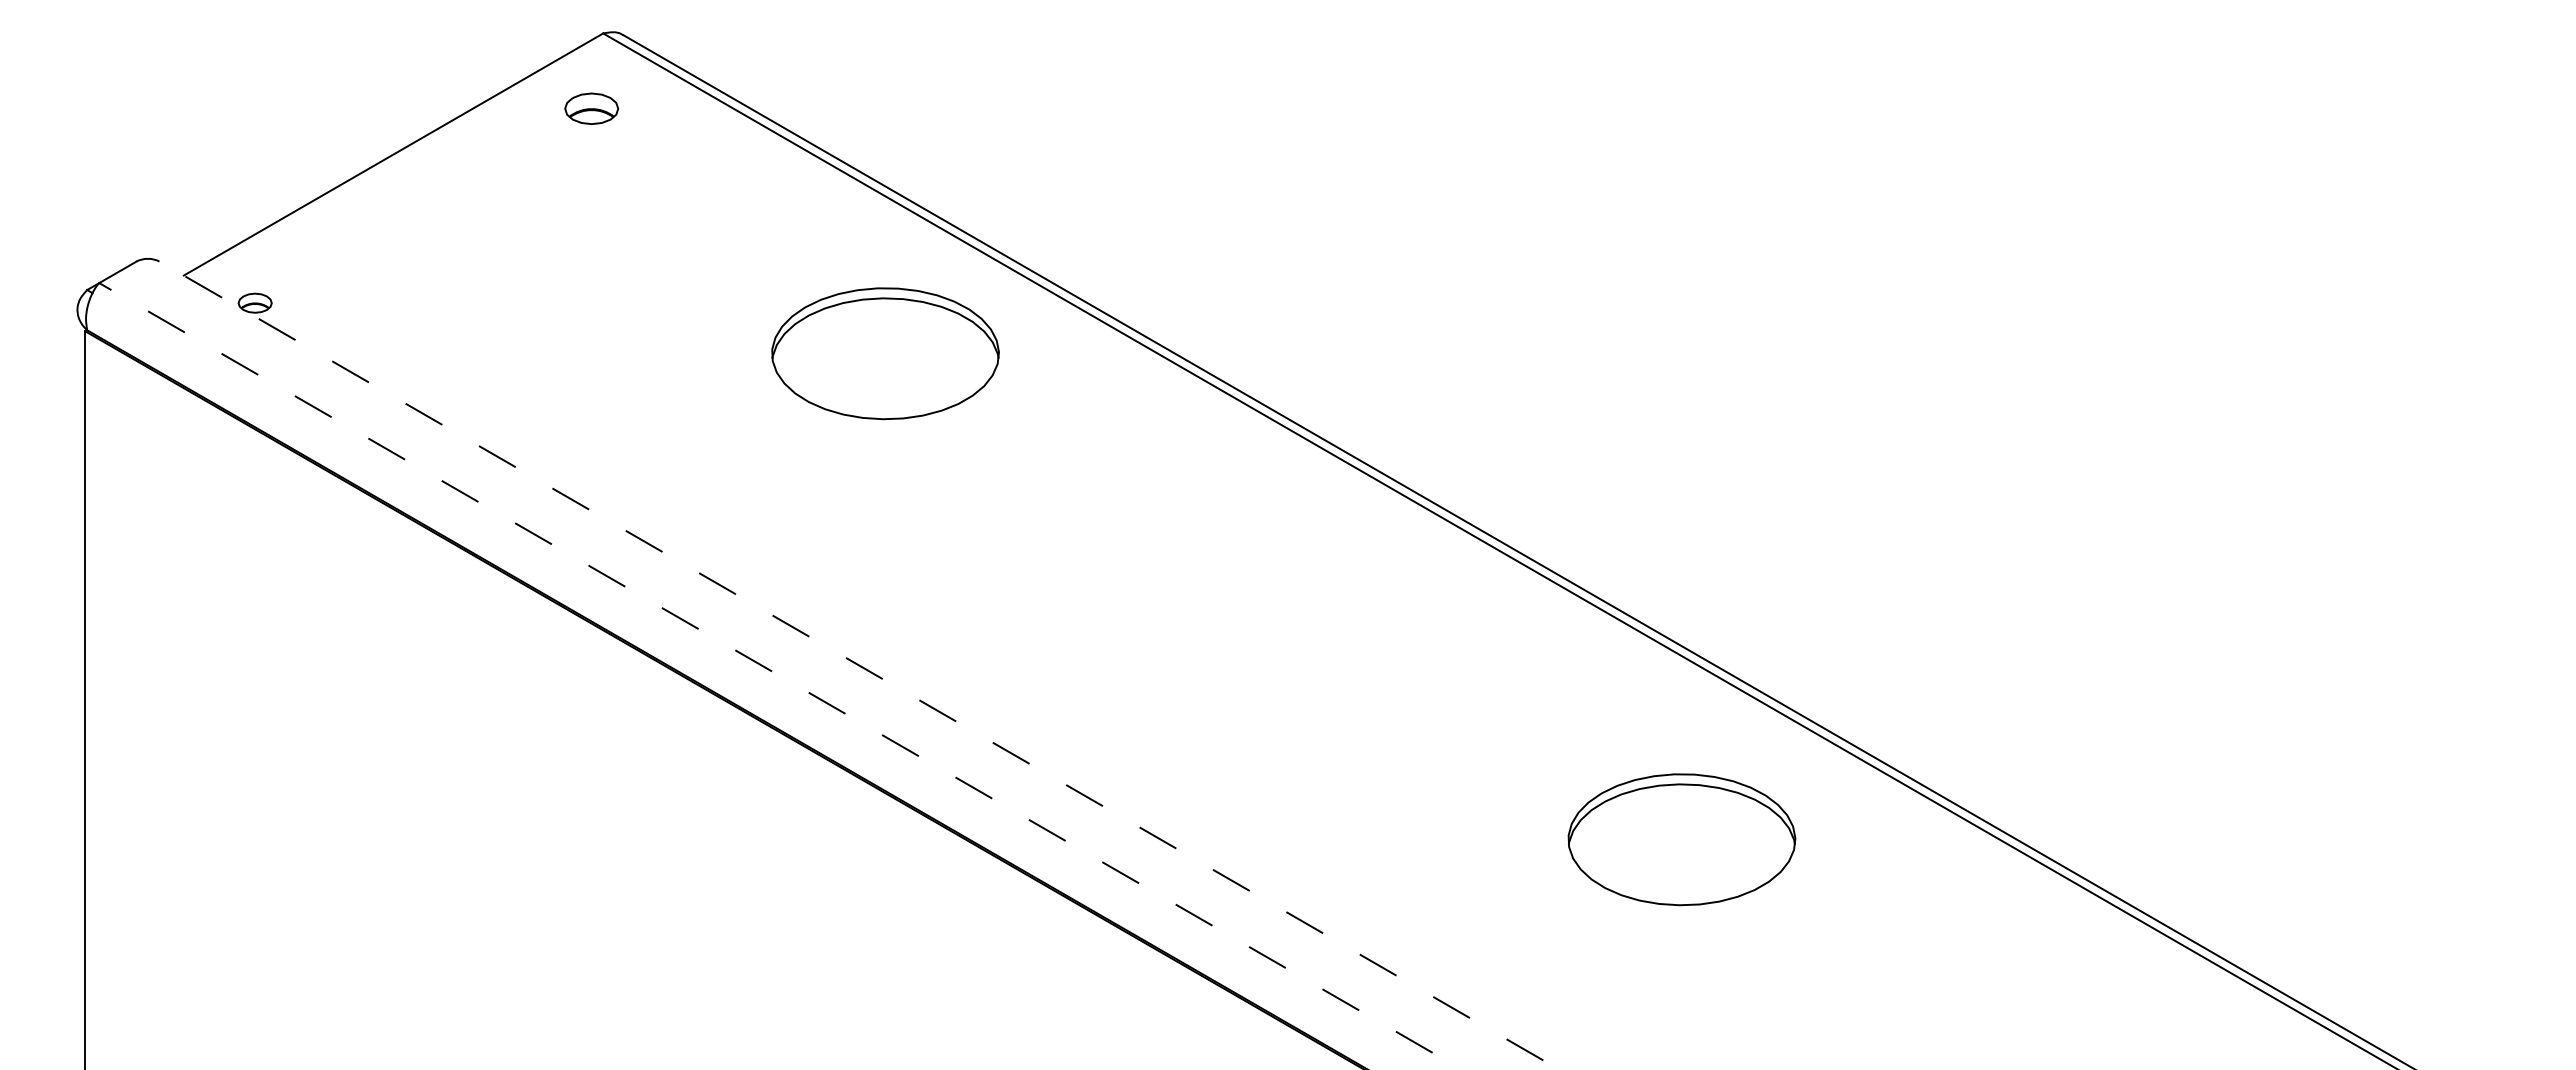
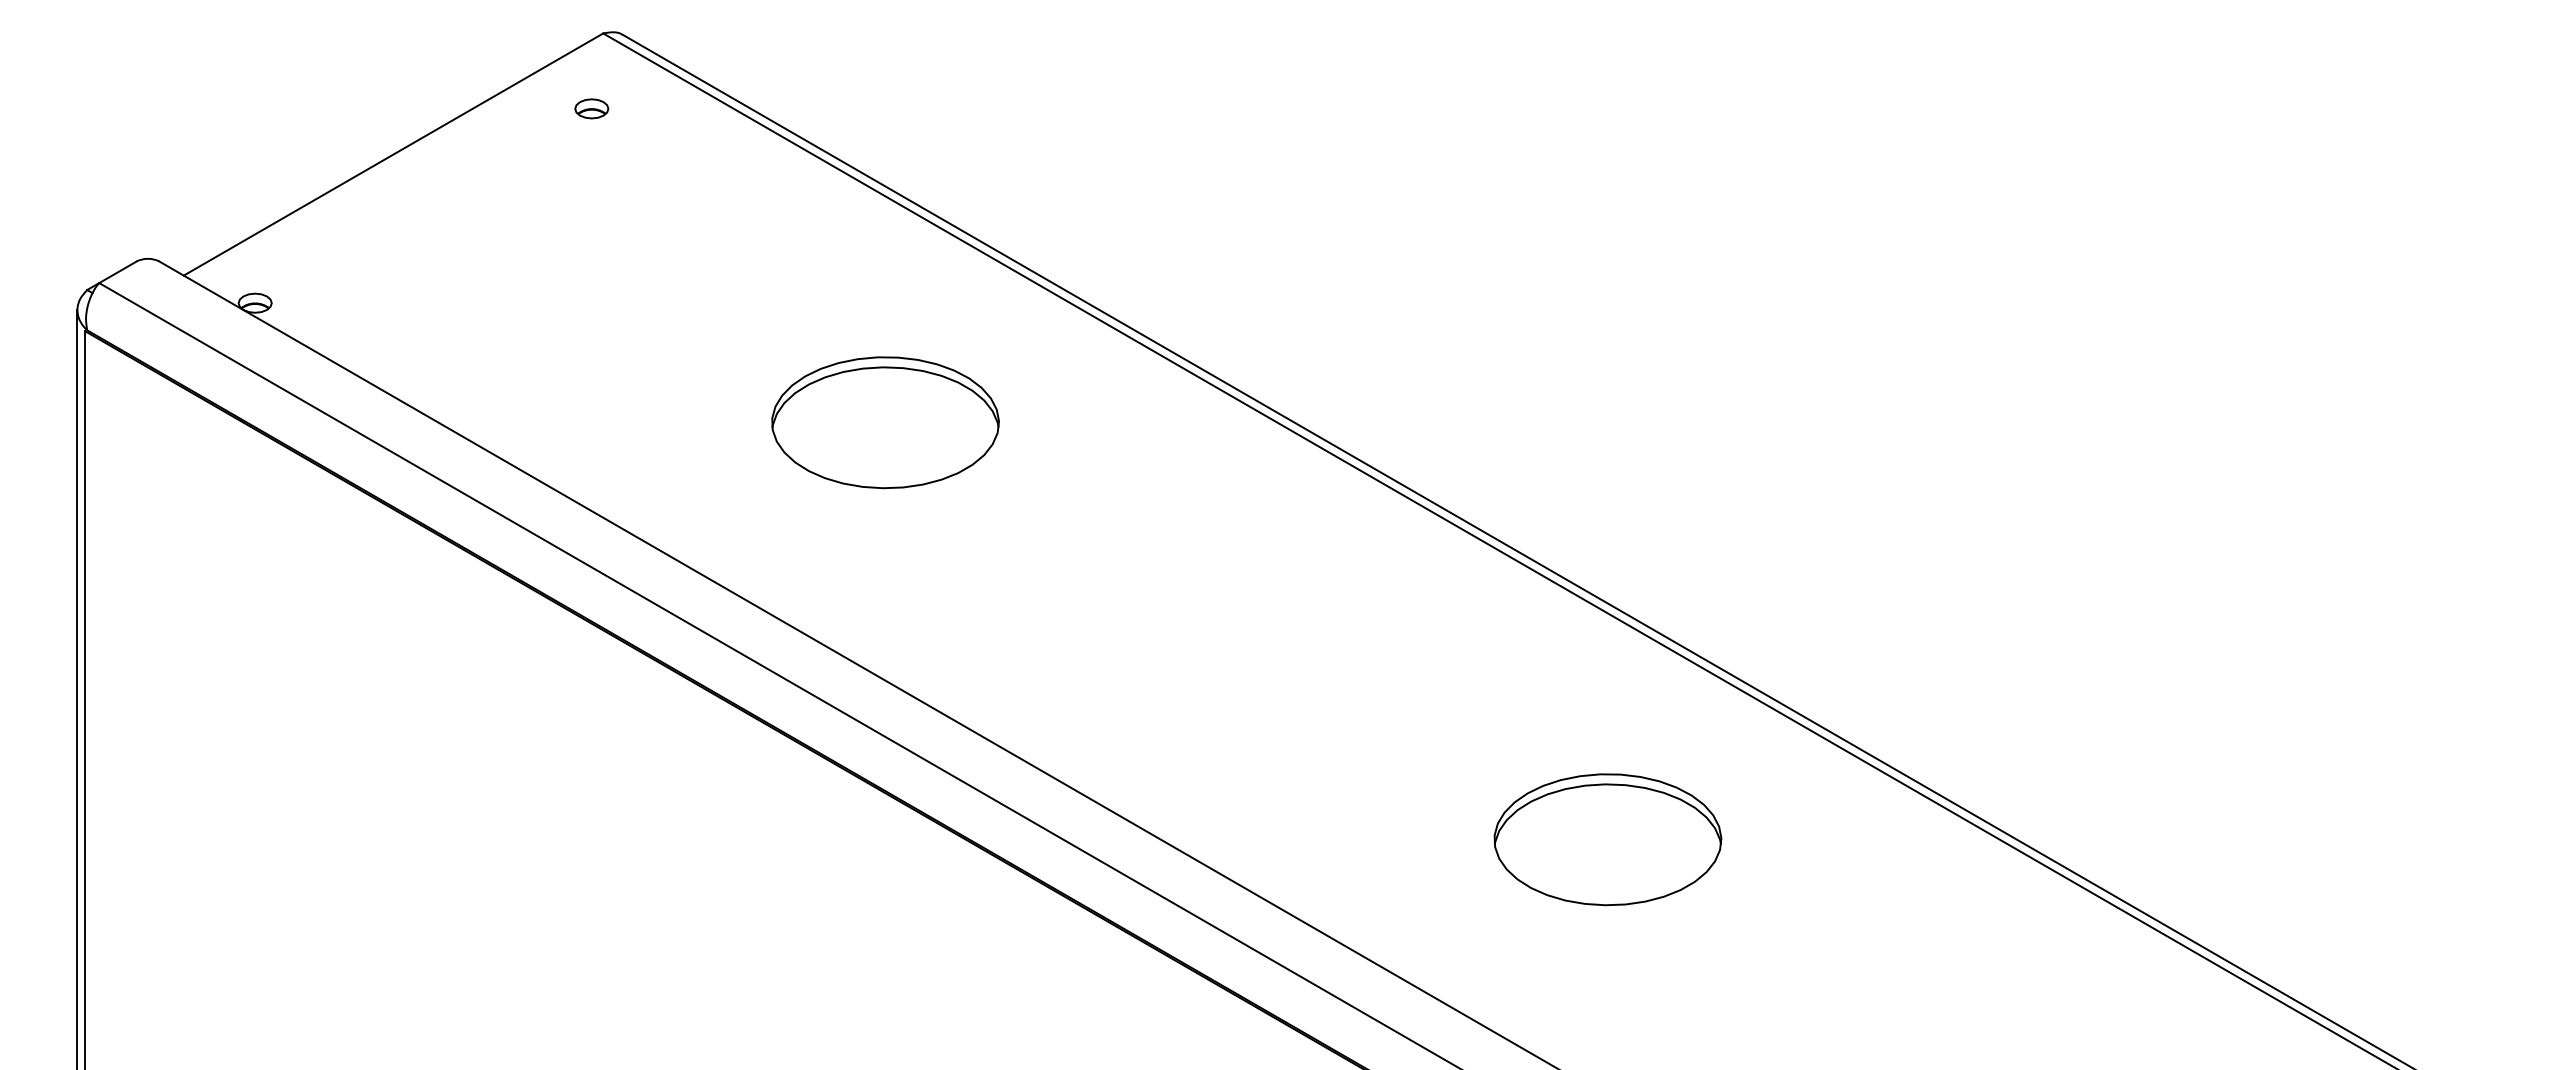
part at (591, 108) size: 56x33 px -> 36x22 px
part at (885, 353) position: (885, 353) -> (885, 422)
line at (859, 665): dashed -> solid
line at (780, 676): dashed -> solid
line at (77, 688): none -> present
part at (1681, 839) position: (1681, 839) -> (1607, 839)
